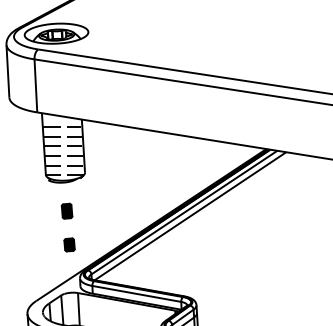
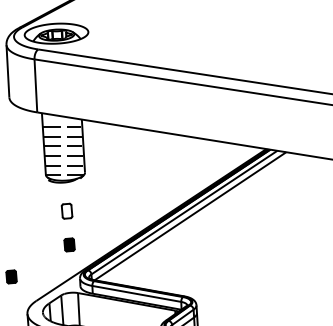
fill at (66, 210): present -> none
part at (11, 276): none -> present
